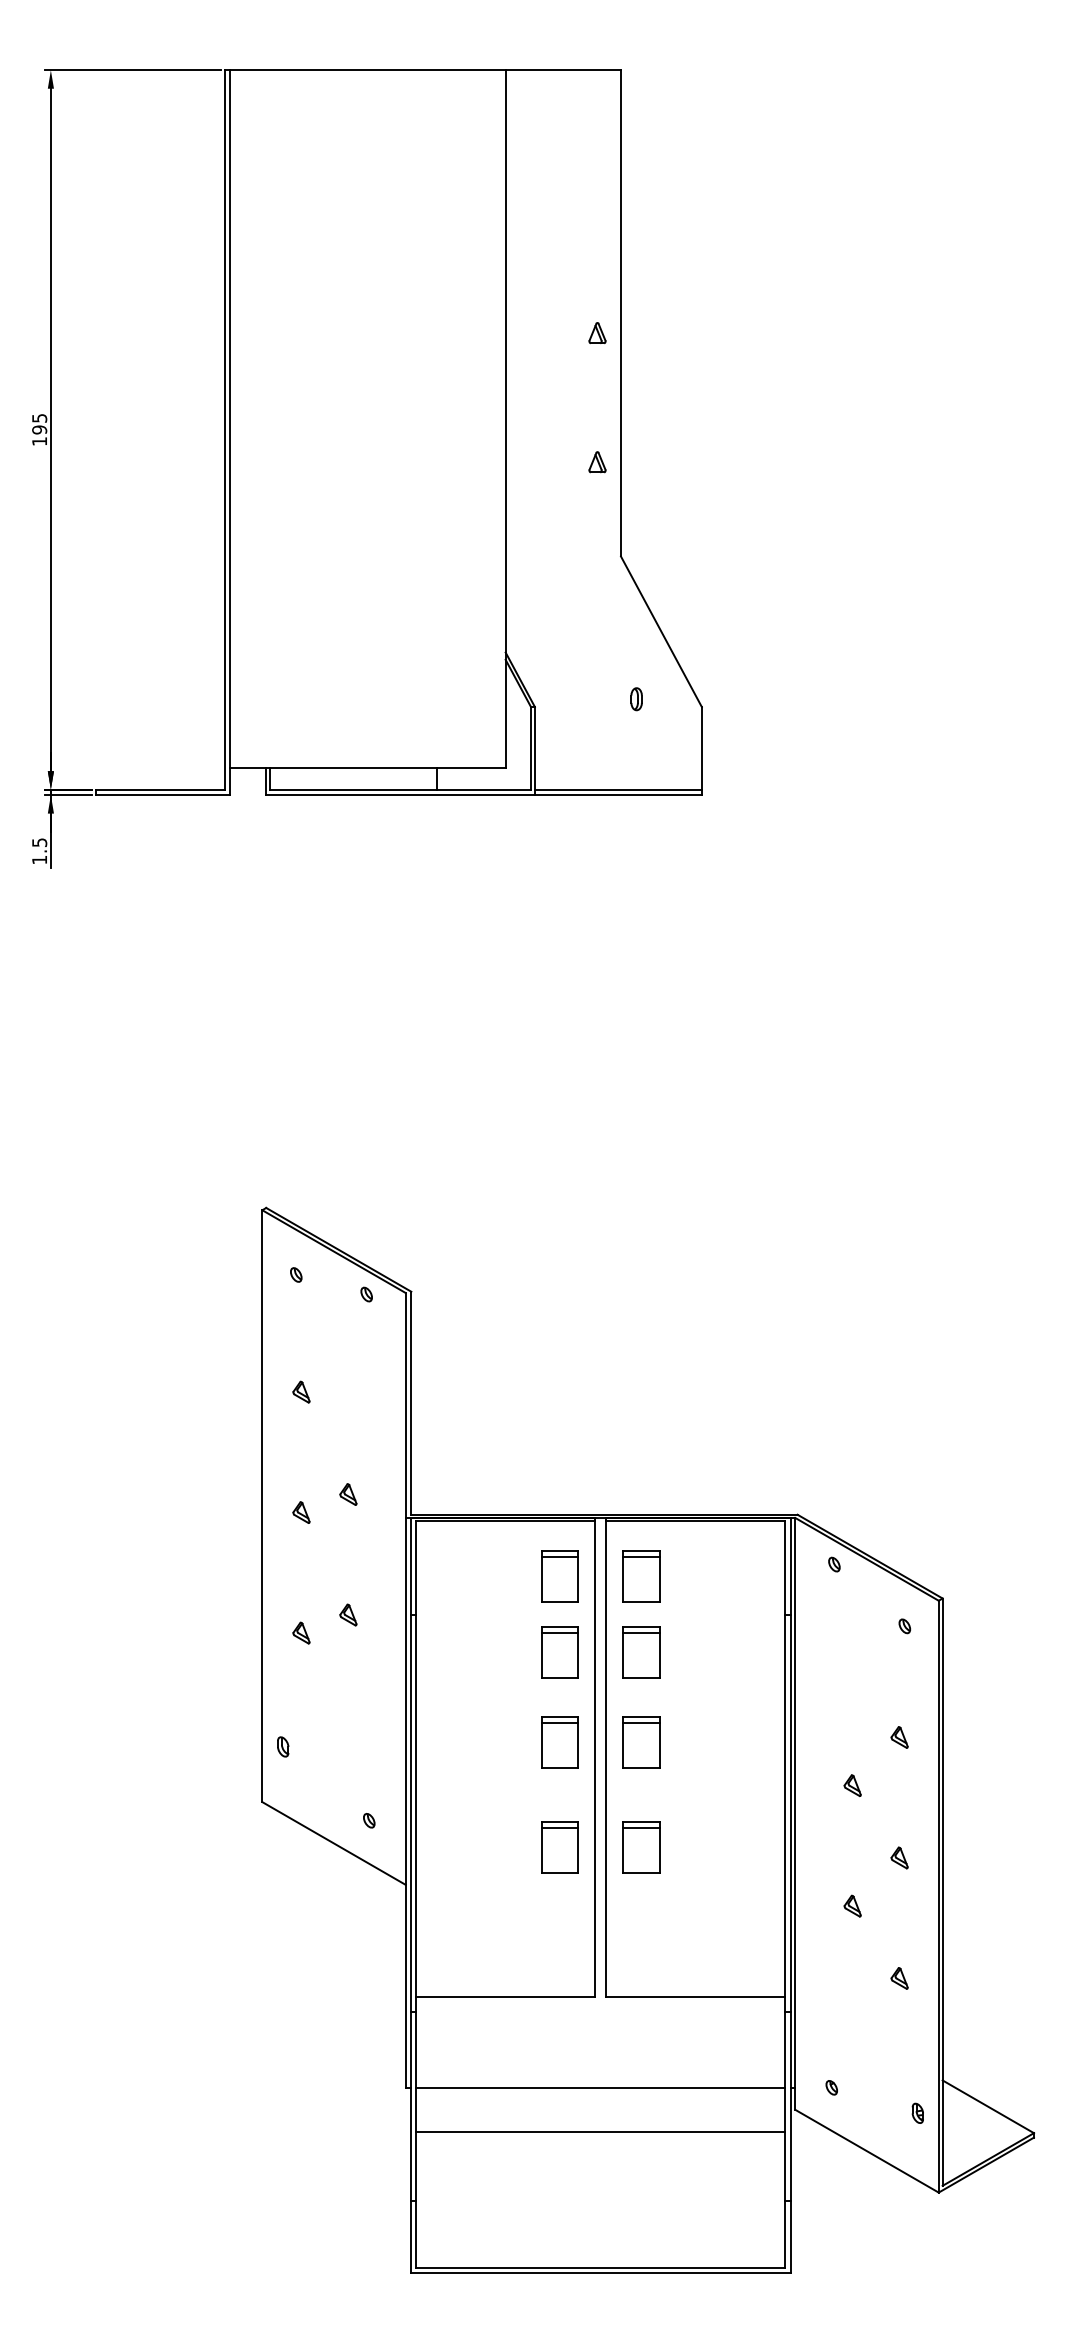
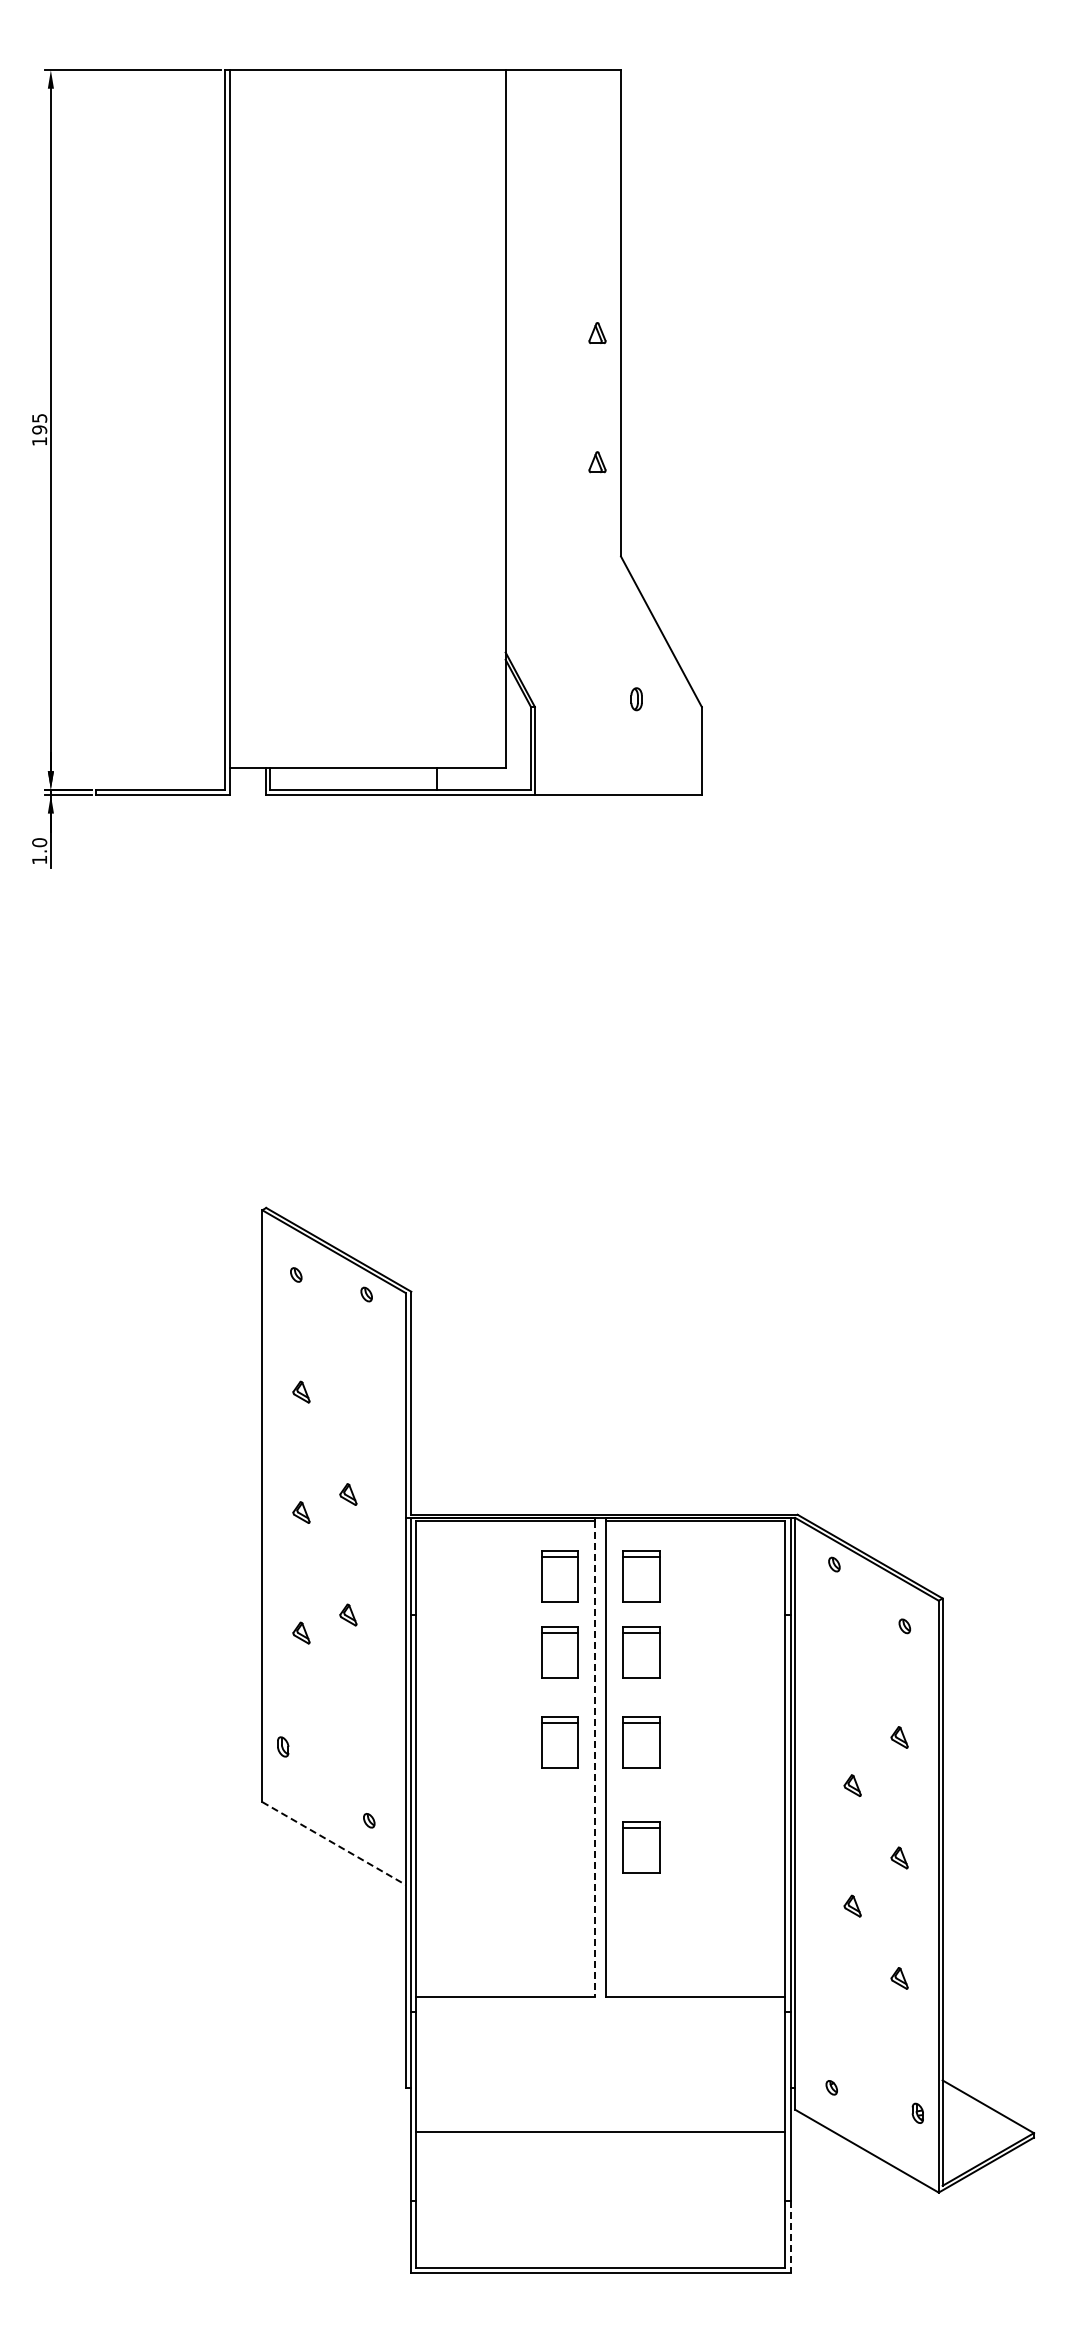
line at (617, 789): present -> none
text at (39, 842): 1.5 -> 1.0
line at (595, 1759): solid -> dashed
line at (334, 1843): solid -> dashed
part at (559, 1847): present -> none
line at (600, 2087): present -> none
line at (790, 2236): solid -> dashed
